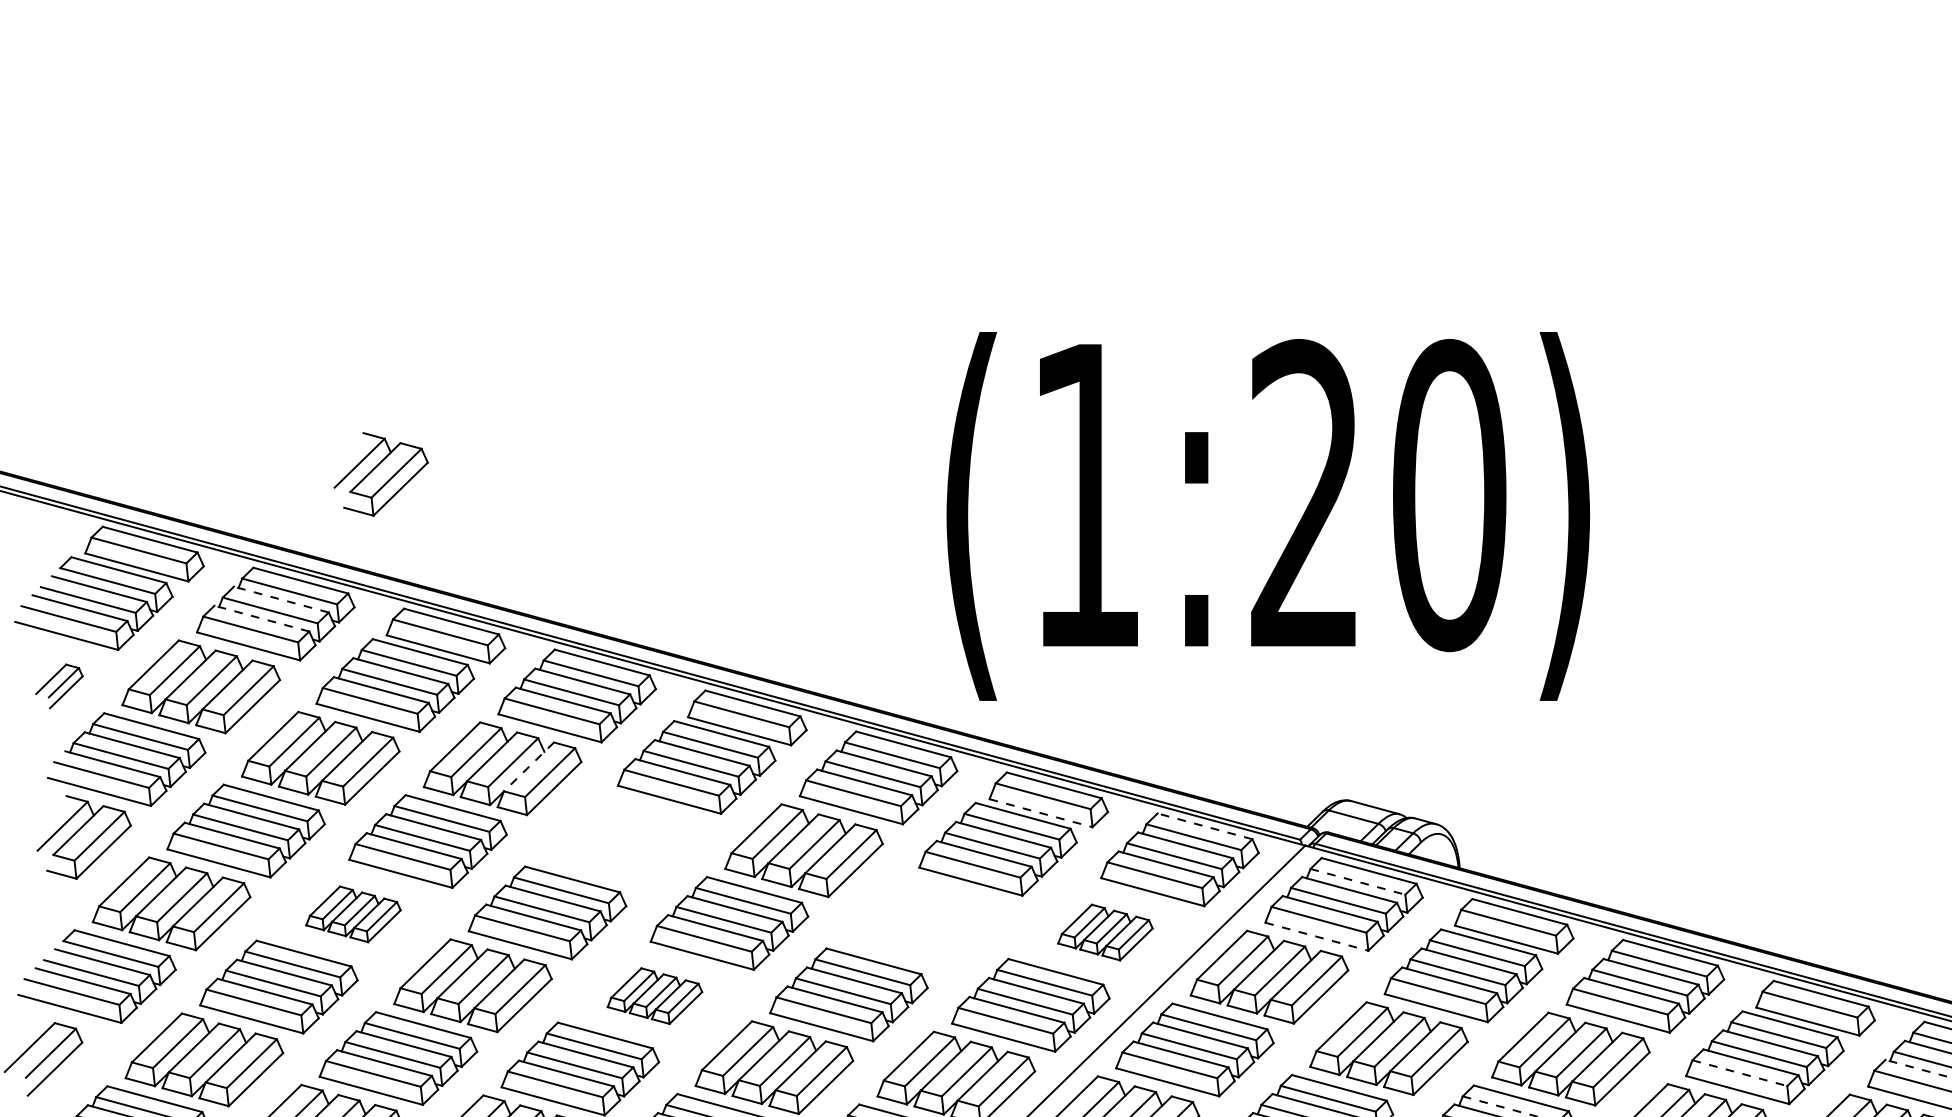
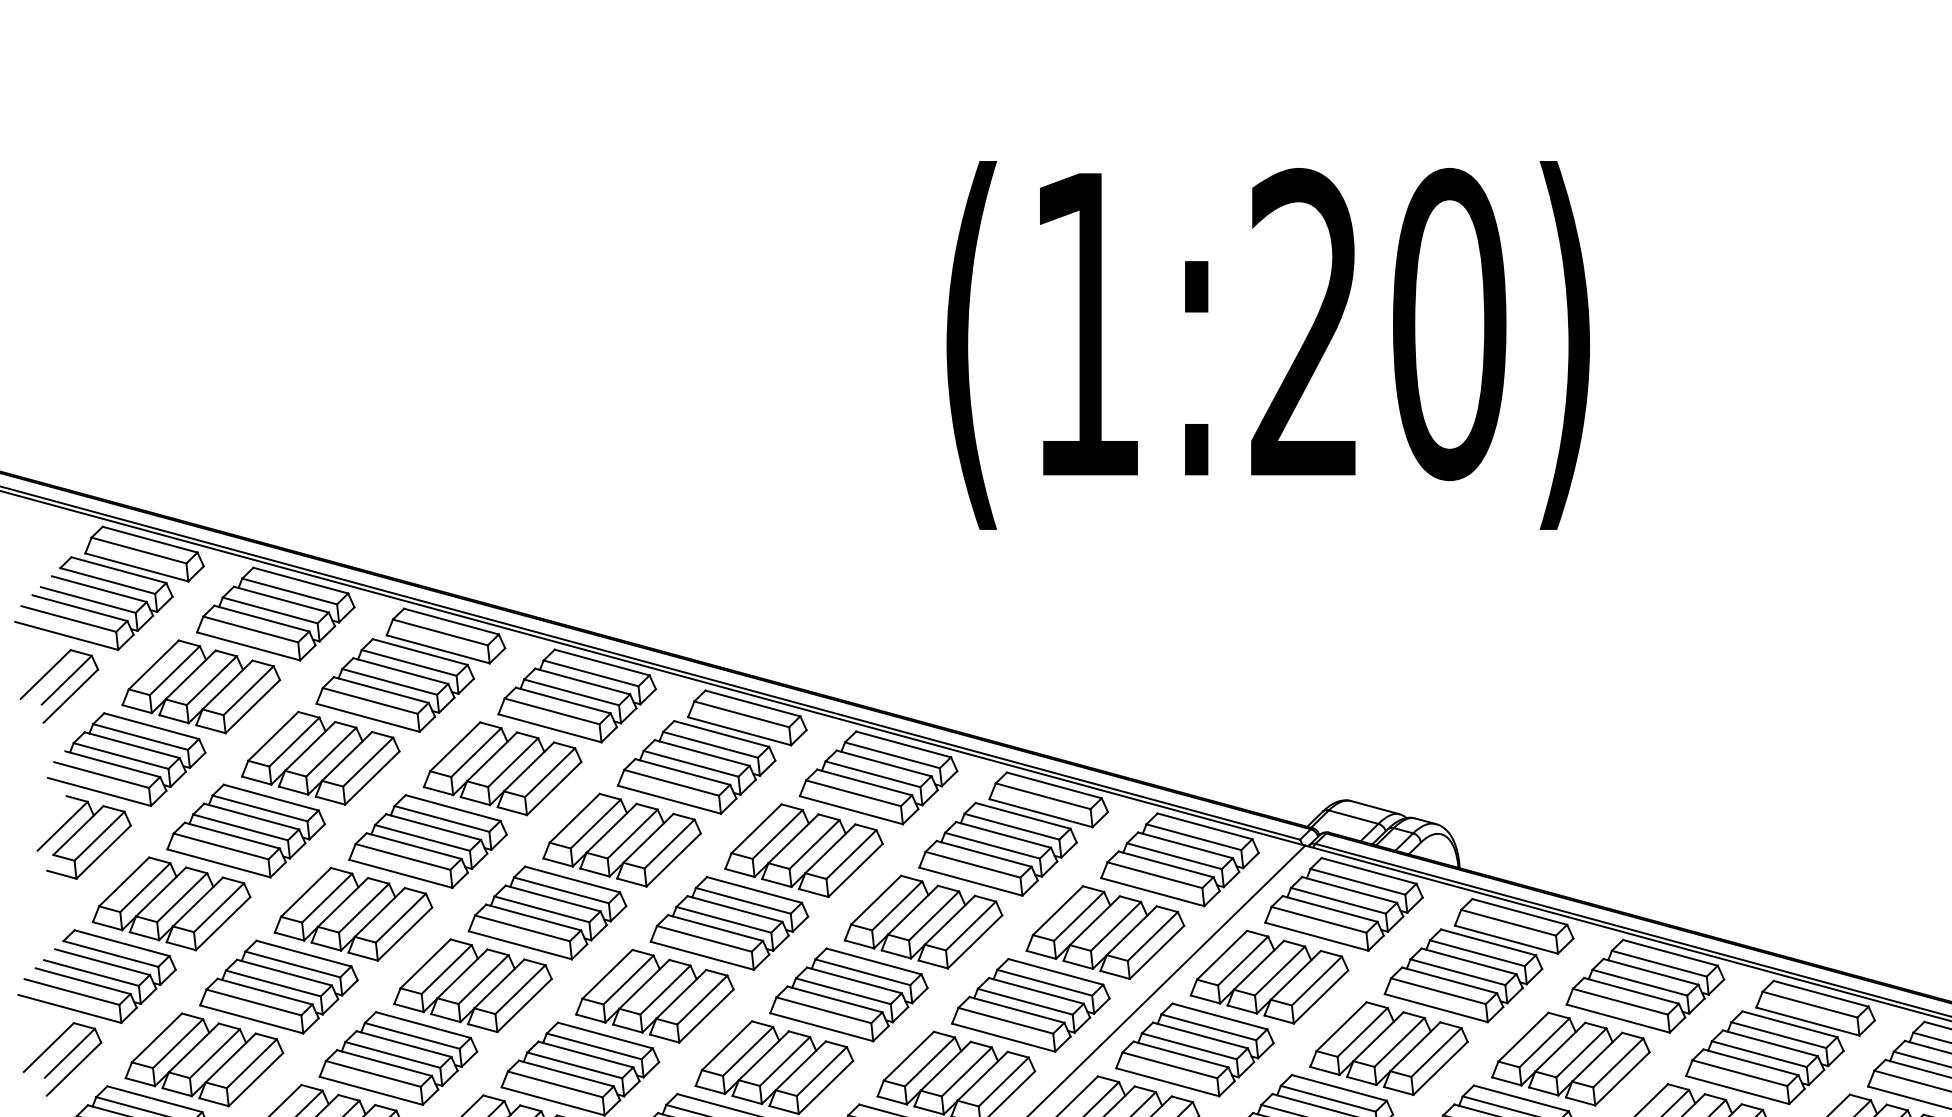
part at (380, 474): present -> none
text at (1267, 516) position: (1267, 516) -> (1267, 345)
line at (280, 599): dashed -> solid
line at (261, 618): dashed -> solid
part at (59, 686) size: 49x47 px -> 81x75 px
line at (528, 766): dashed -> solid
line at (1041, 813): dashed -> solid
line at (1204, 826): dashed -> solid
part at (621, 839): none -> present
line at (1358, 881): dashed -> solid
part at (353, 914) size: 97x59 px -> 161x95 px
part at (923, 921): none -> present
part at (1105, 932) size: 97x59 px -> 161x95 px
line at (1317, 936): dashed -> solid
part at (654, 995) size: 98x58 px -> 160x96 px
part at (43, 1059) position: (43, 1059) -> (62, 1059)
line at (1918, 1068): dashed -> solid
line at (1740, 1073): dashed -> solid
line at (1501, 1106): dashed -> solid
